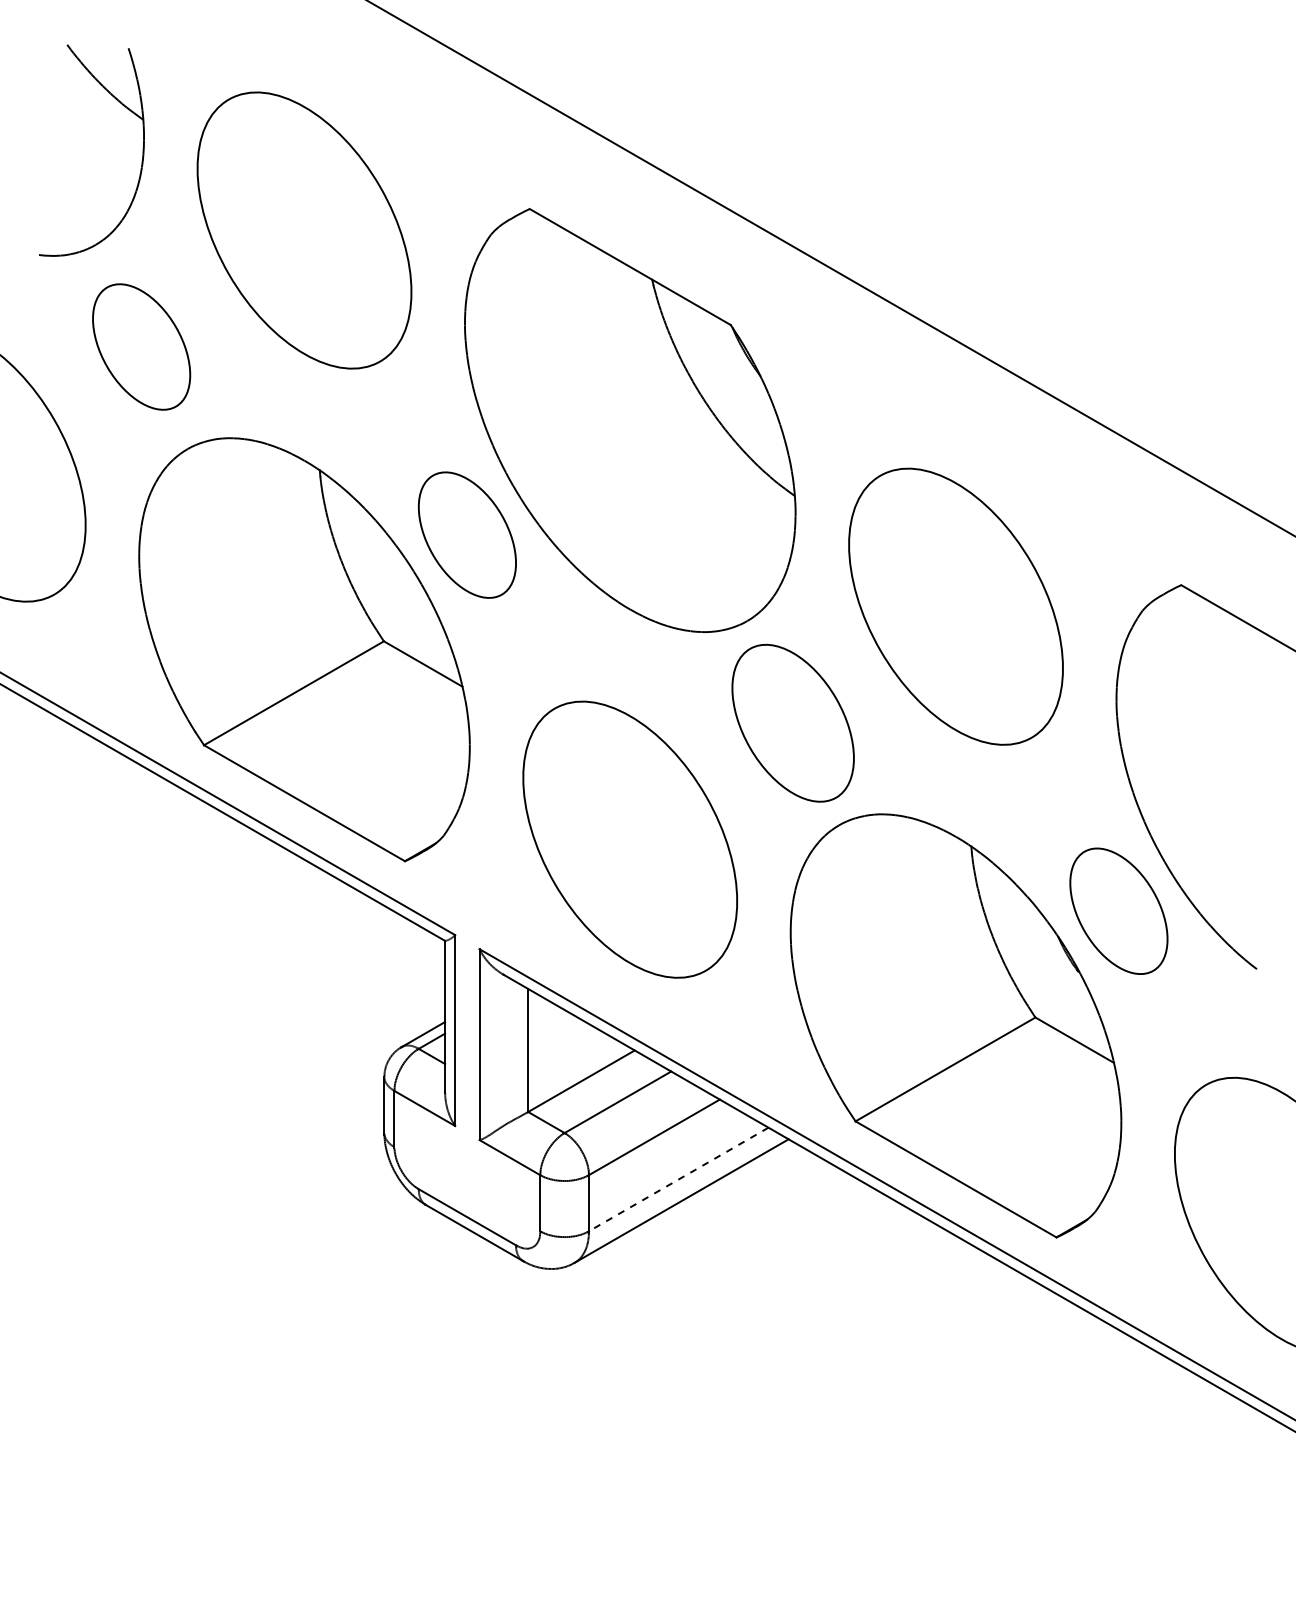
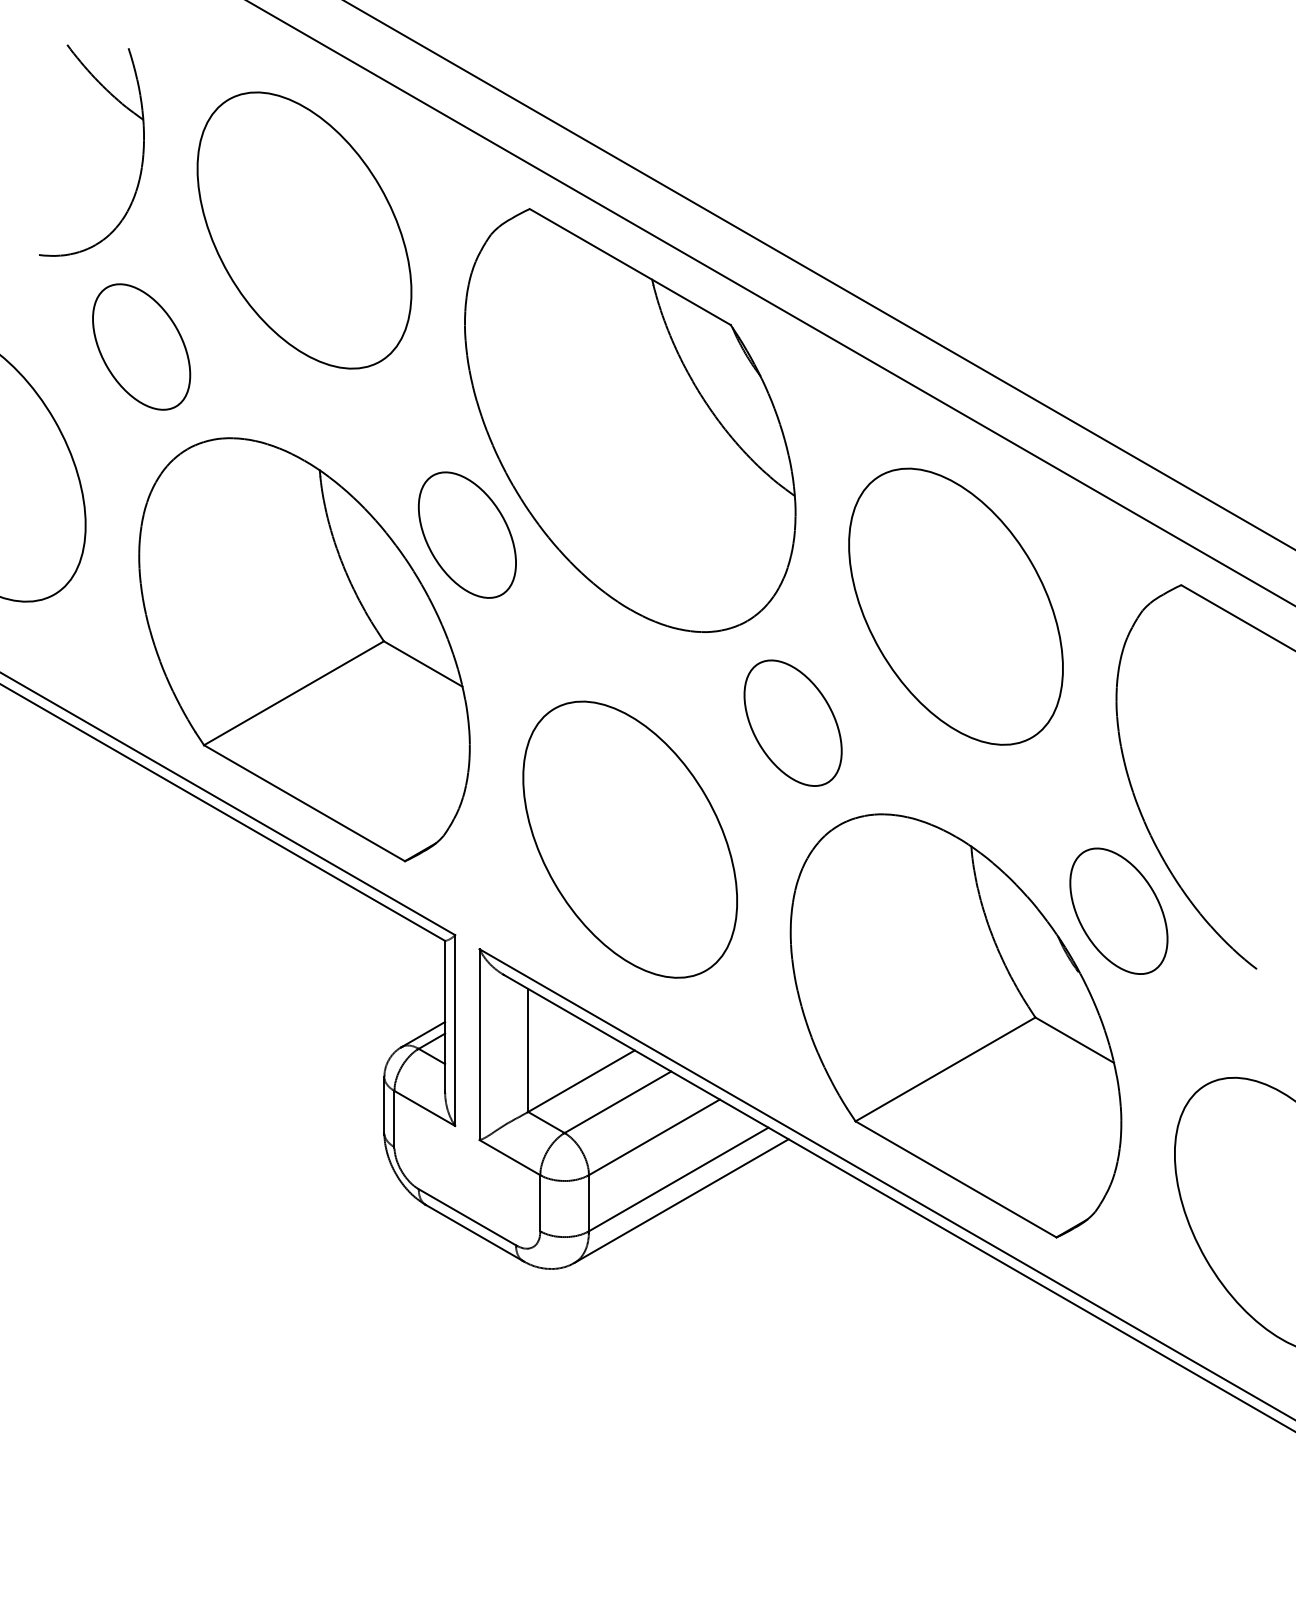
line at (831, 268) position: (831, 268) -> (819, 275)
line at (770, 303): none -> present
part at (792, 722) size: 124x160 px -> 100x128 px
line at (678, 1179): dashed -> solid
